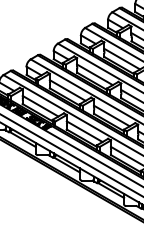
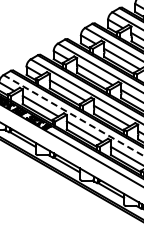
line at (73, 115): solid -> dashed
line at (71, 155): present -> none
